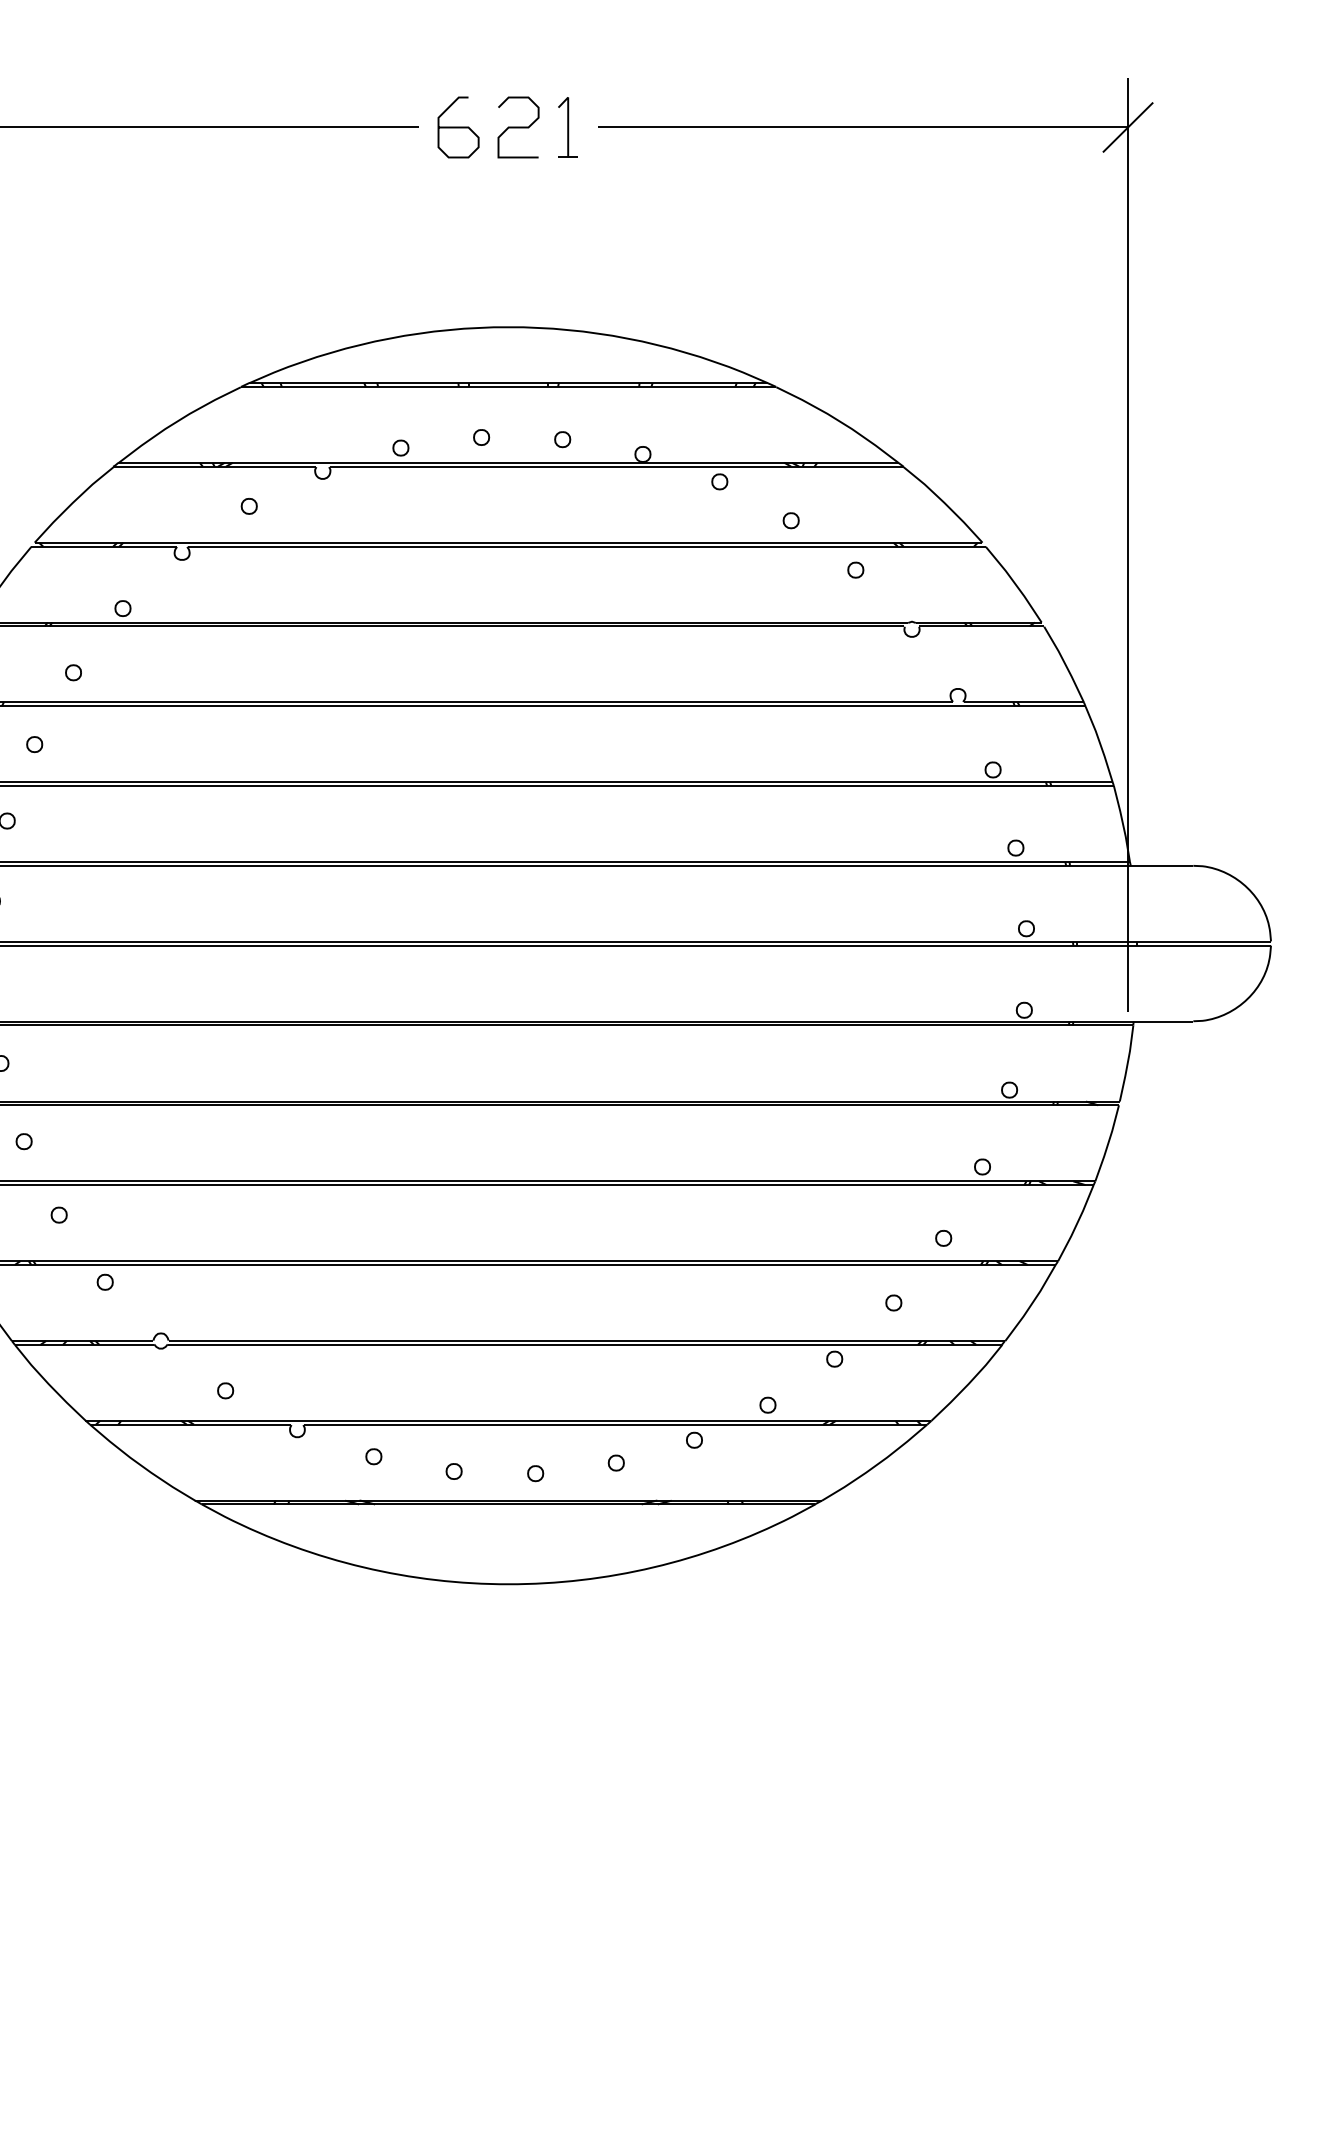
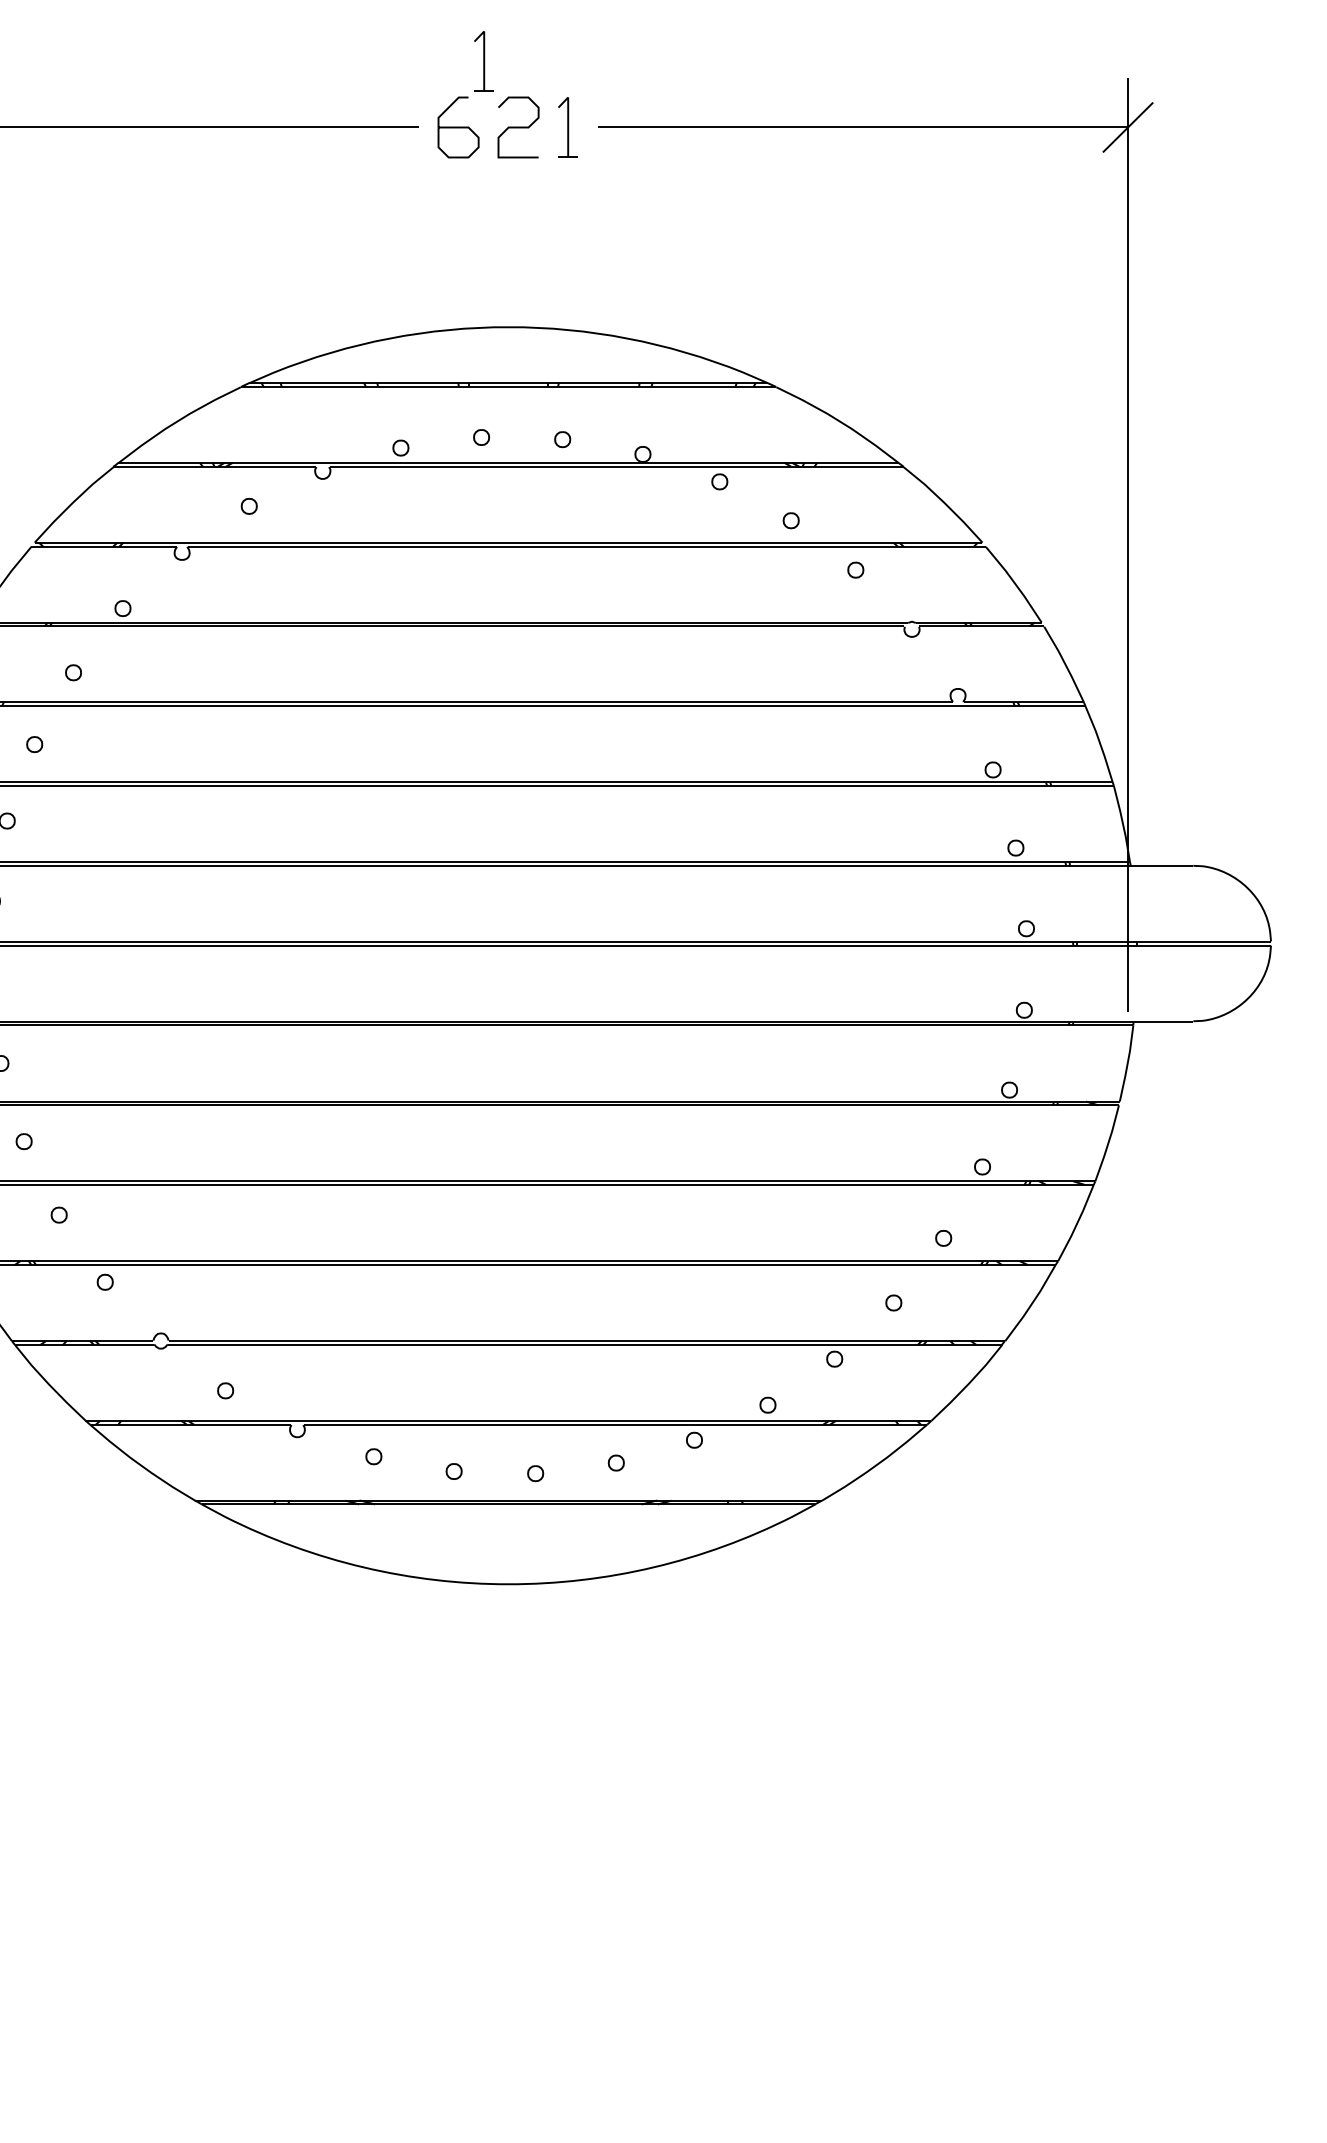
part at (483, 61): none -> present
